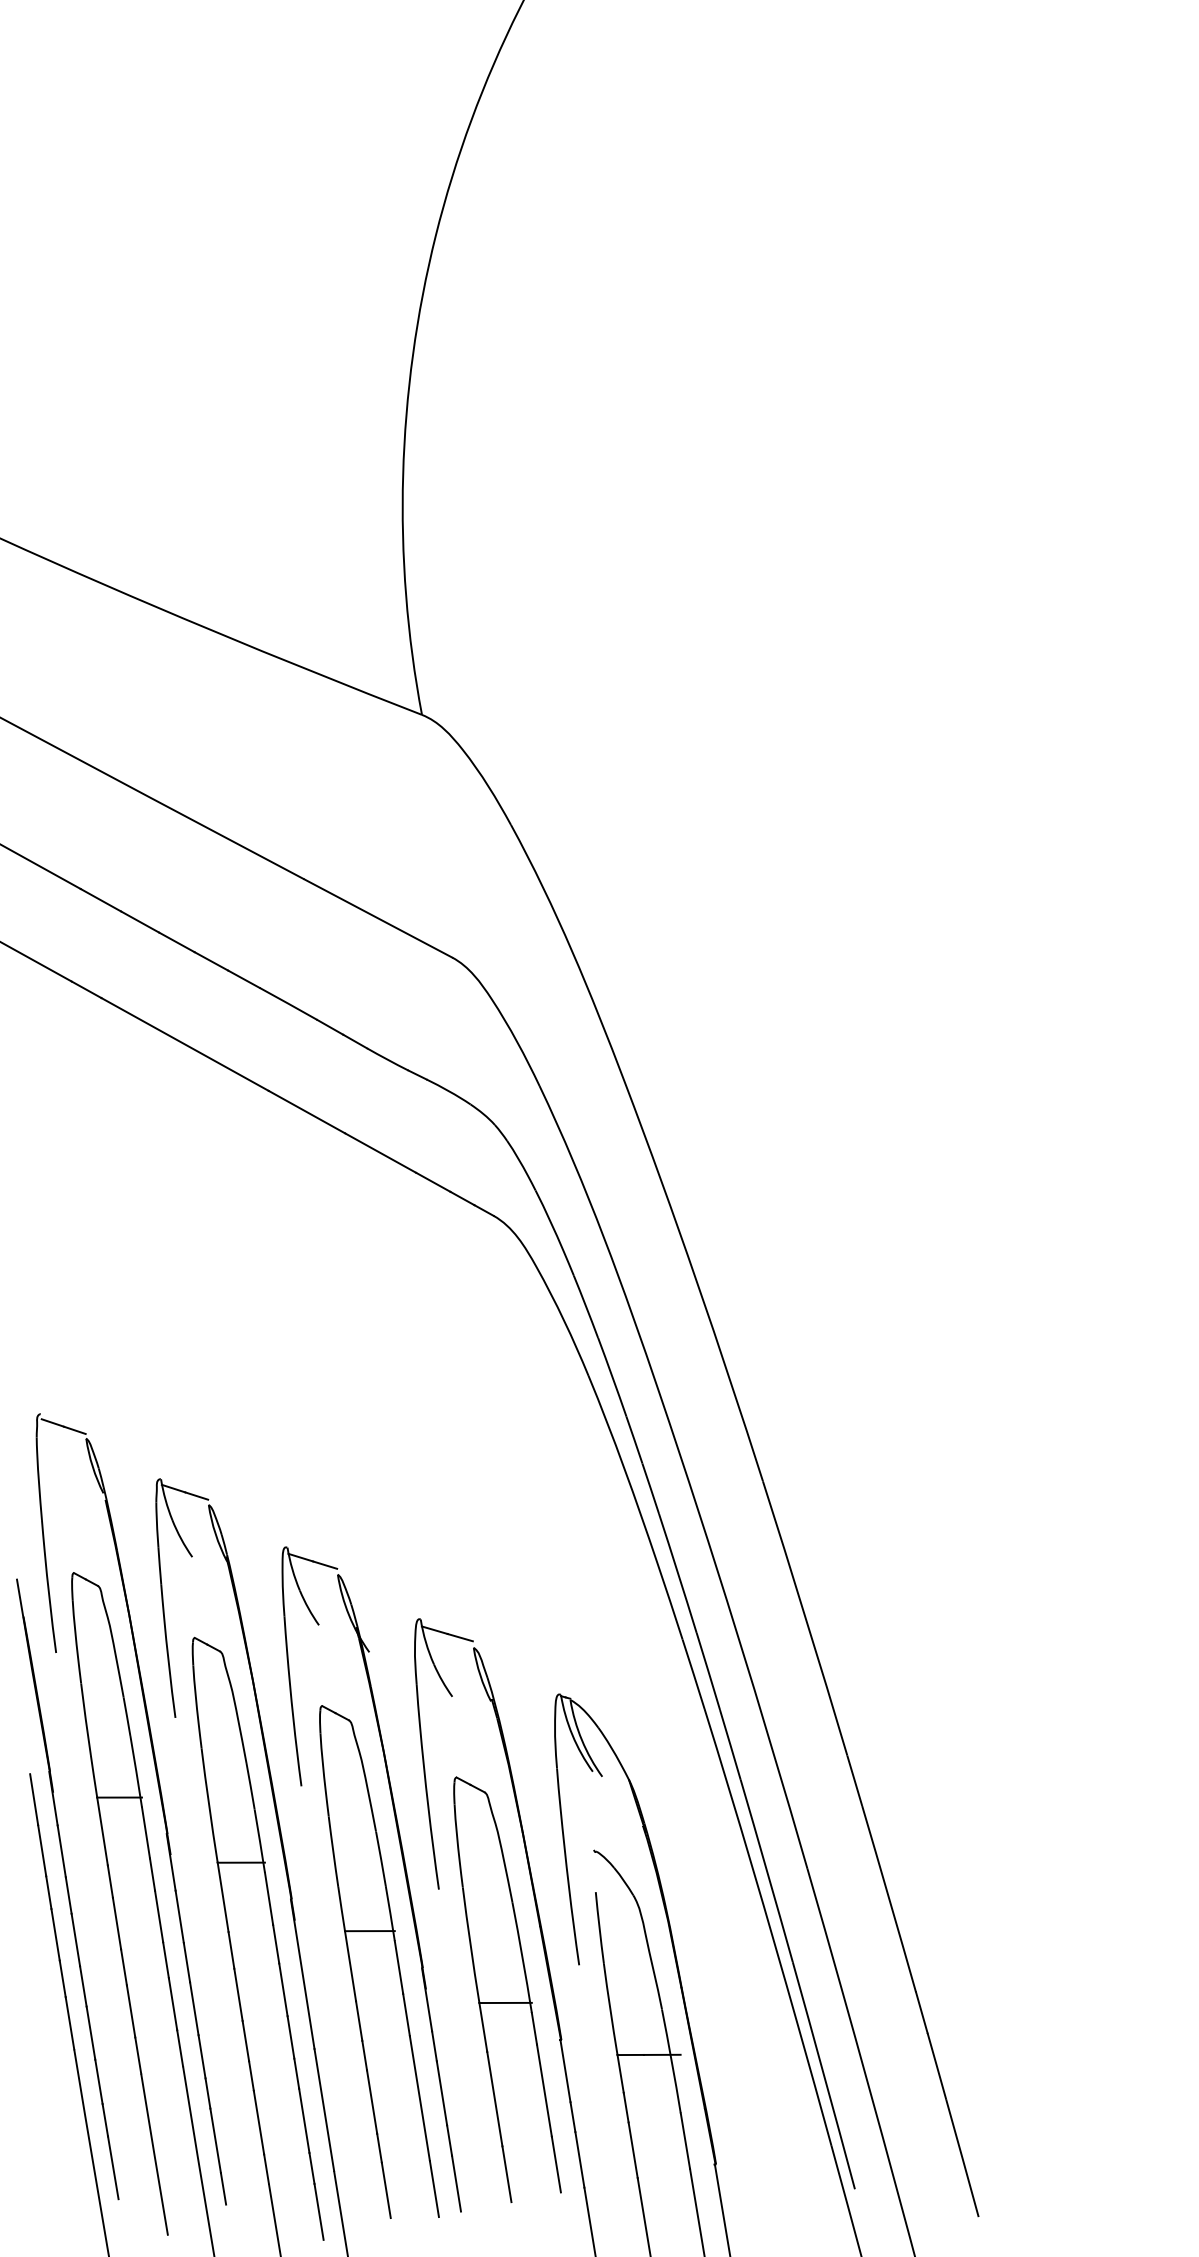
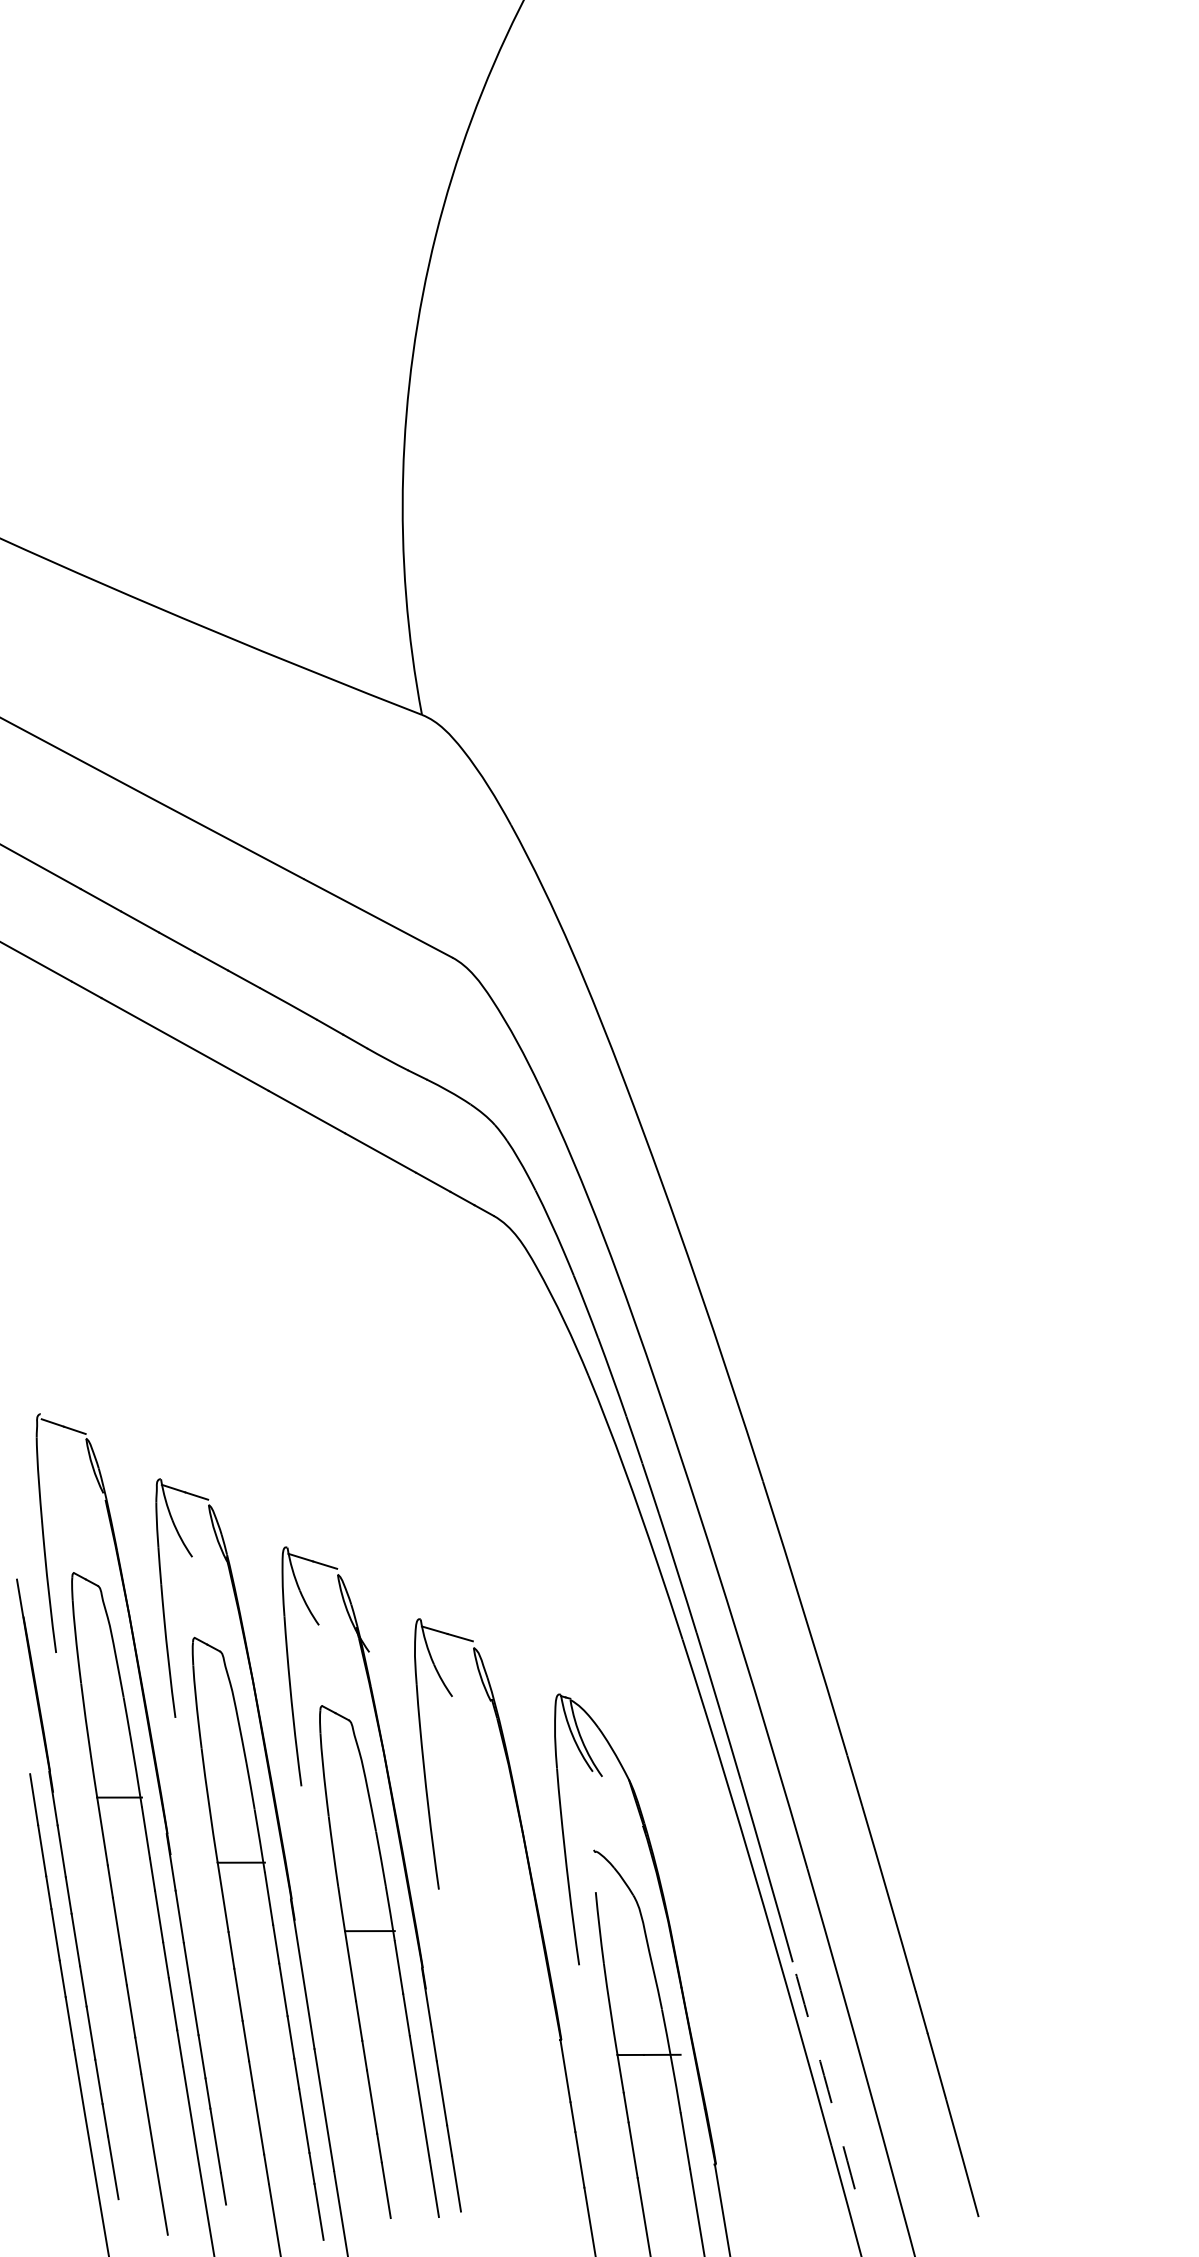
part at (507, 1989): present -> none
arc at (824, 2075): solid -> dashed
